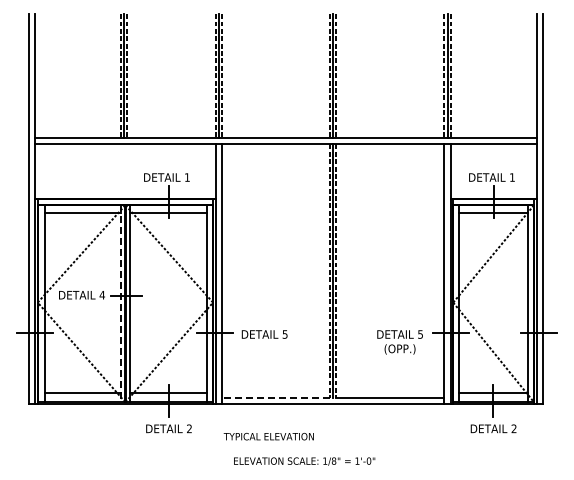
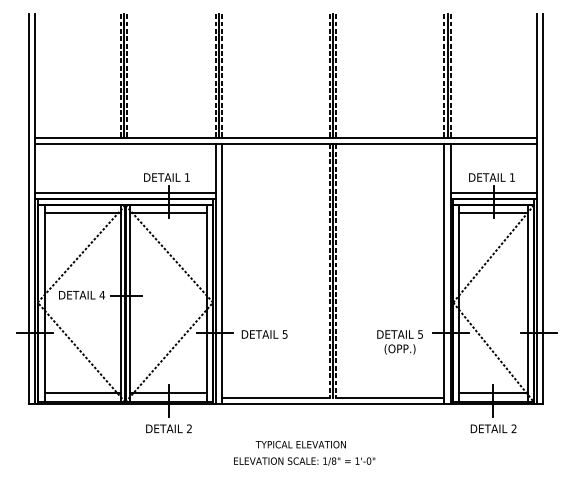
line at (125, 193): none -> present
line at (493, 193): none -> present
line at (120, 304): dashed -> solid
line at (275, 397): dashed -> solid
text at (268, 436) position: (268, 436) -> (300, 444)
